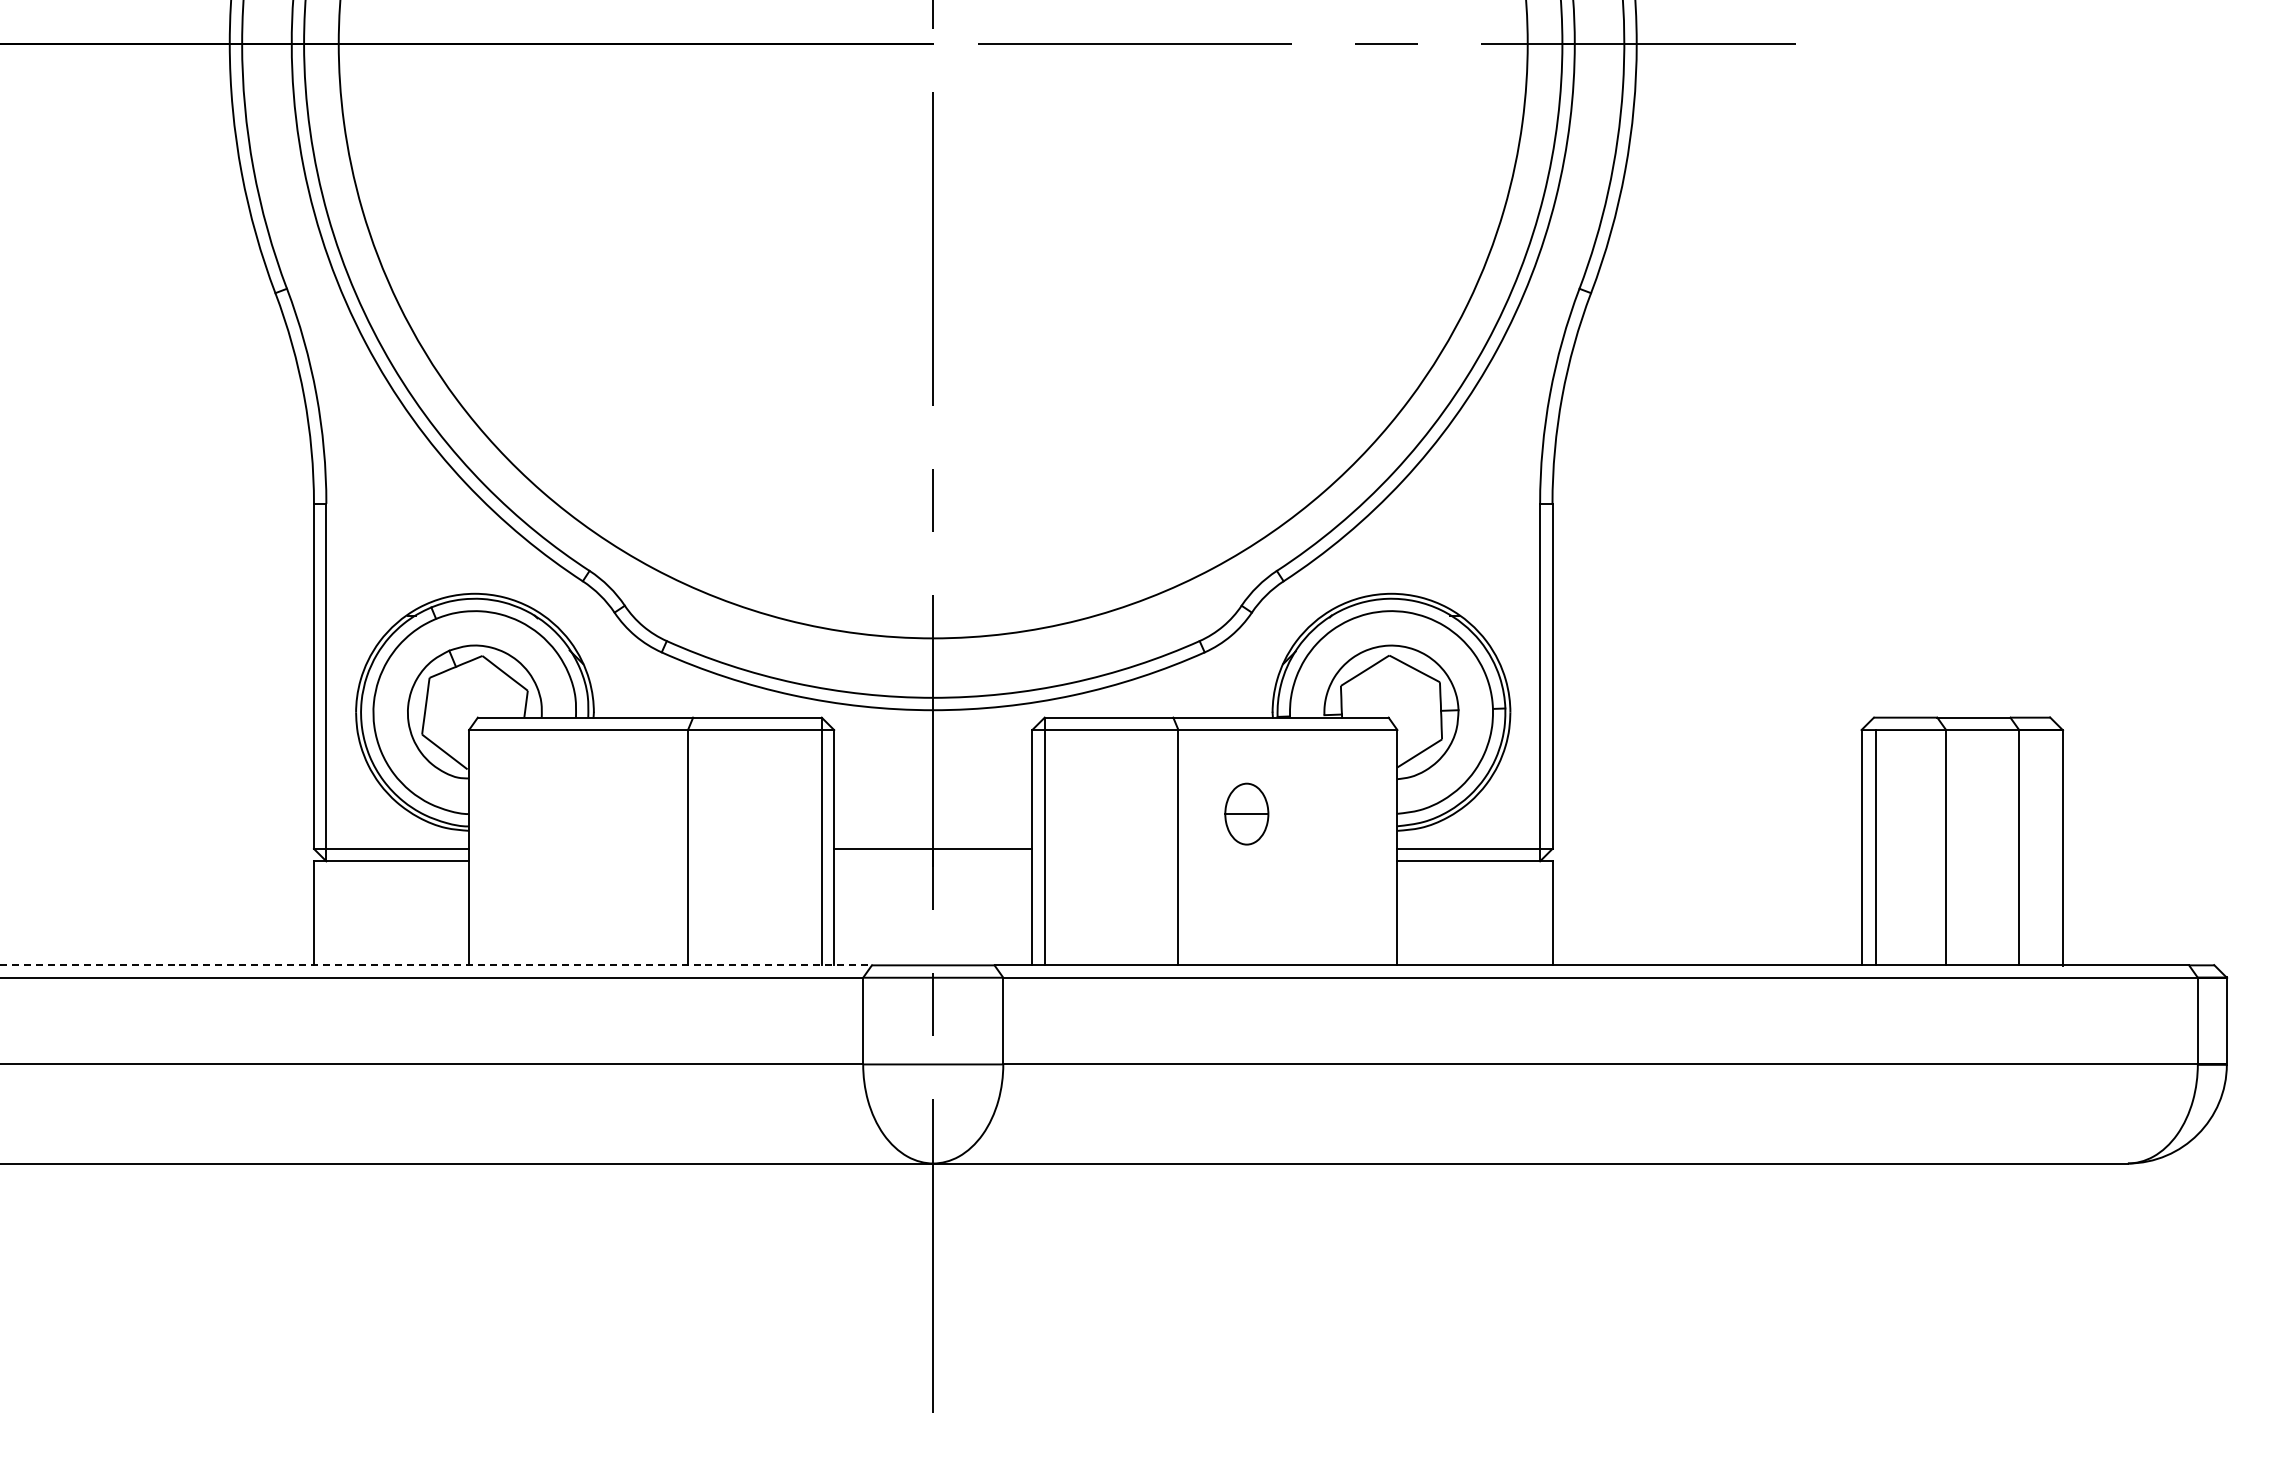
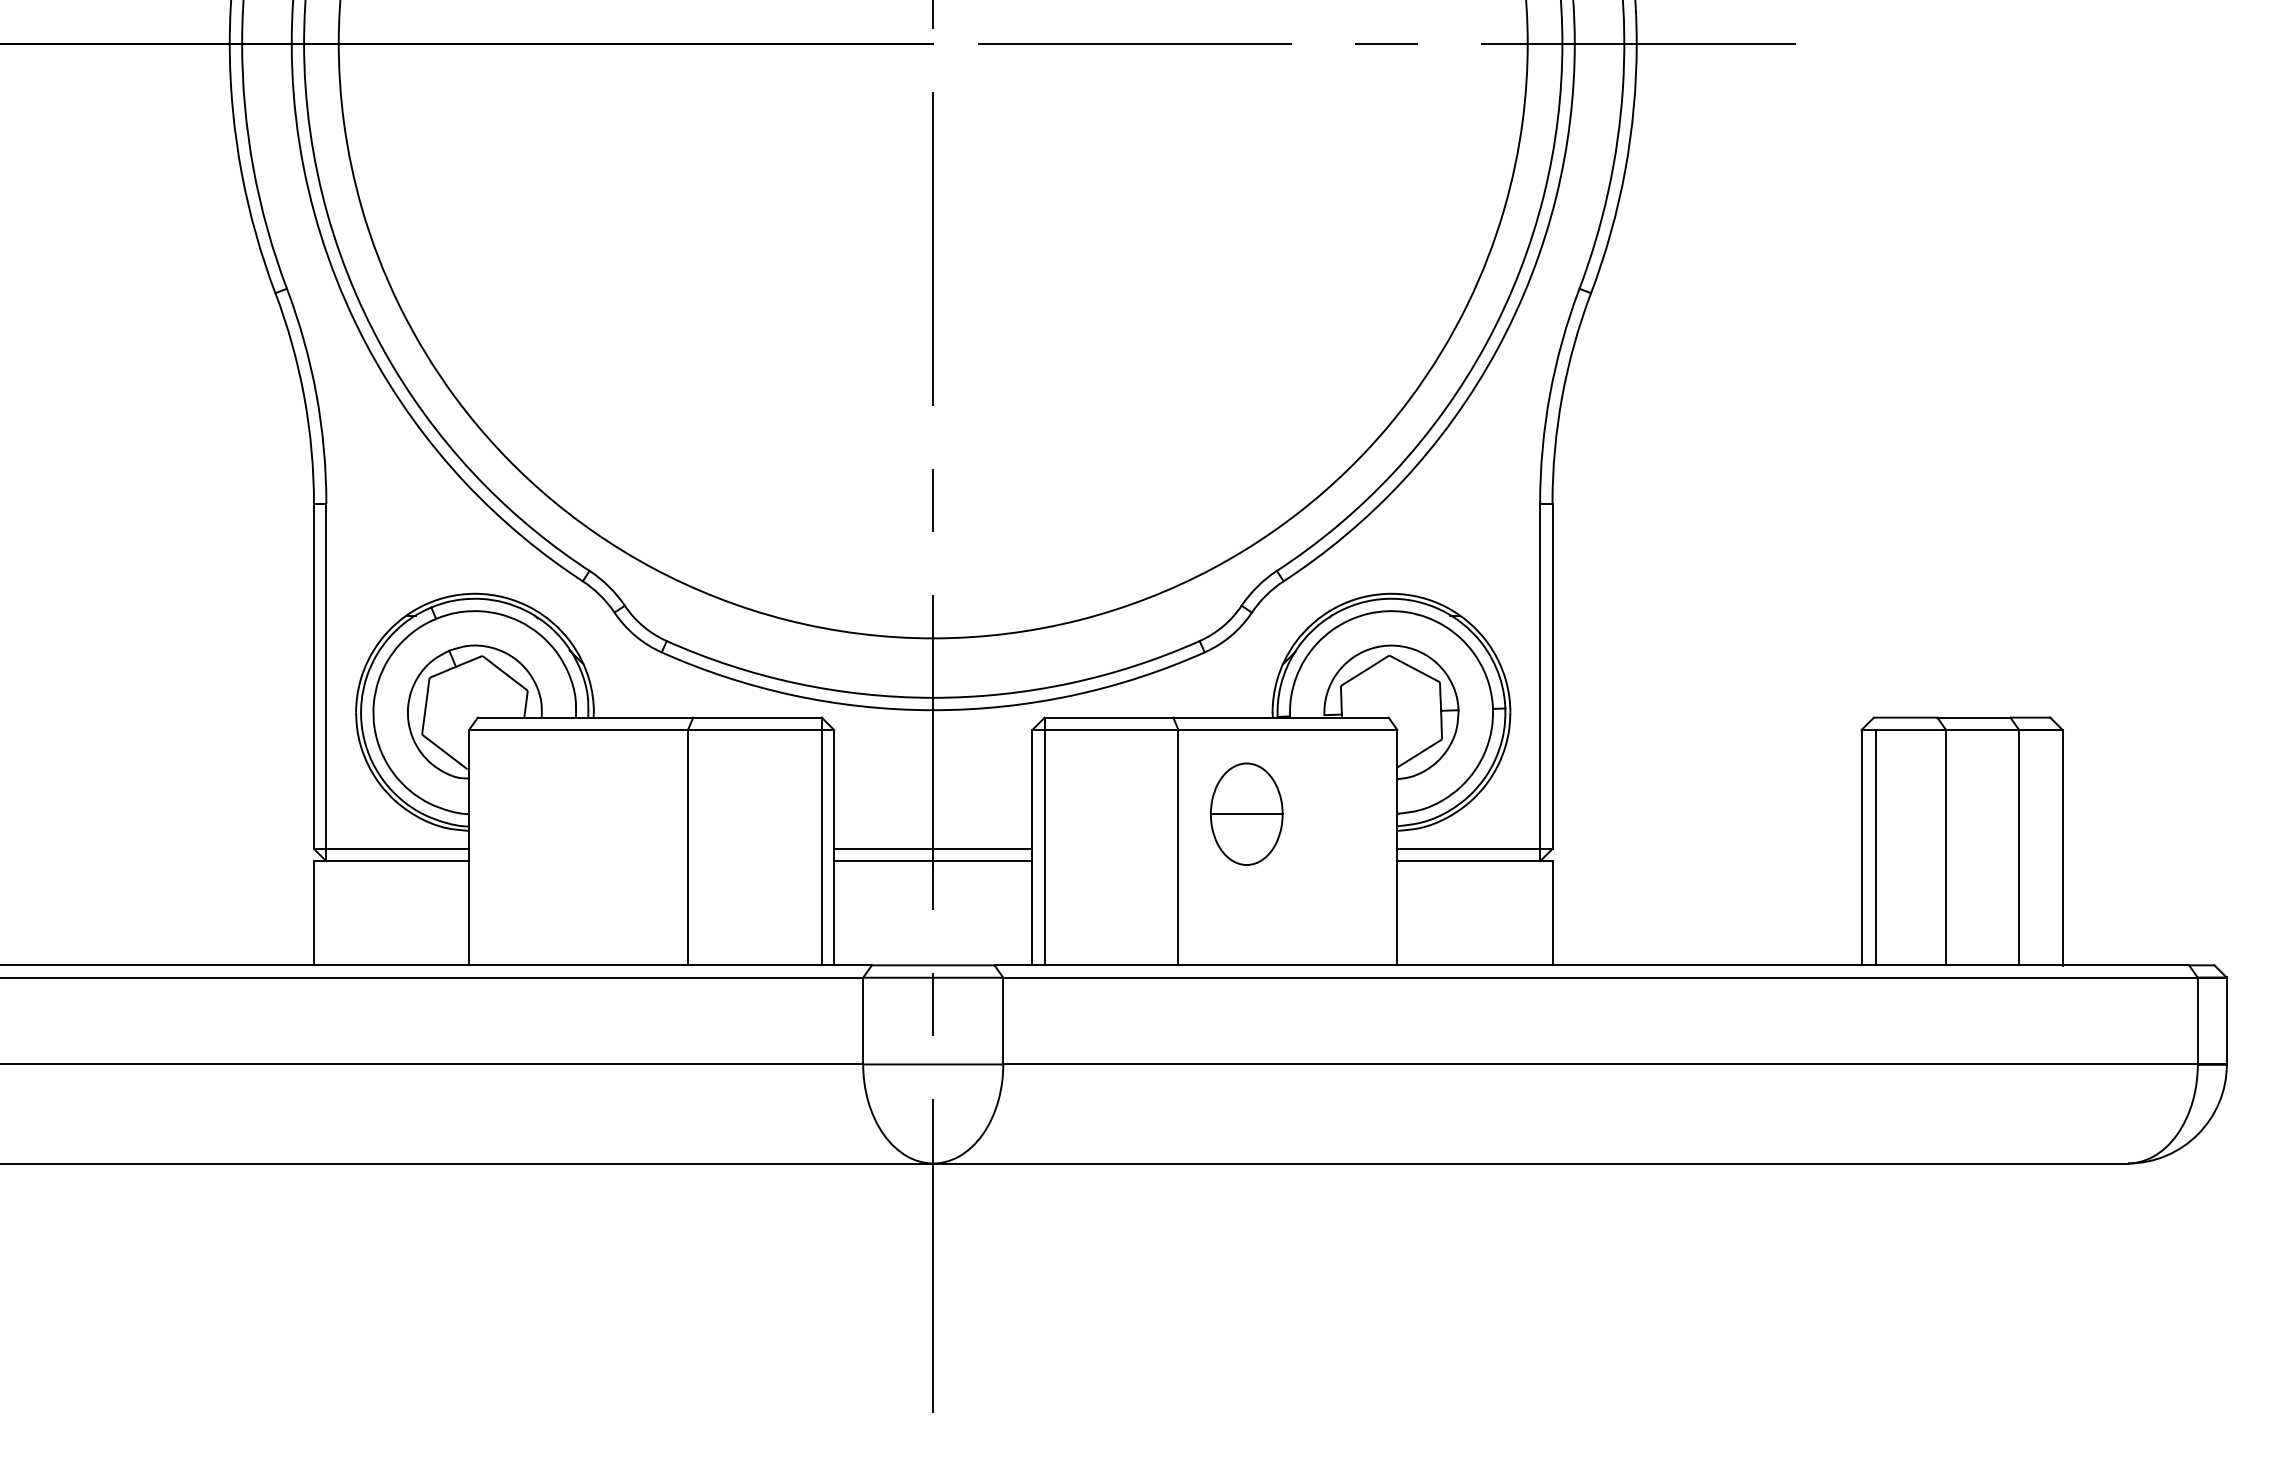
part at (1246, 813) size: 46x64 px -> 74x104 px
line at (933, 861): none -> present
line at (436, 965): dashed -> solid
